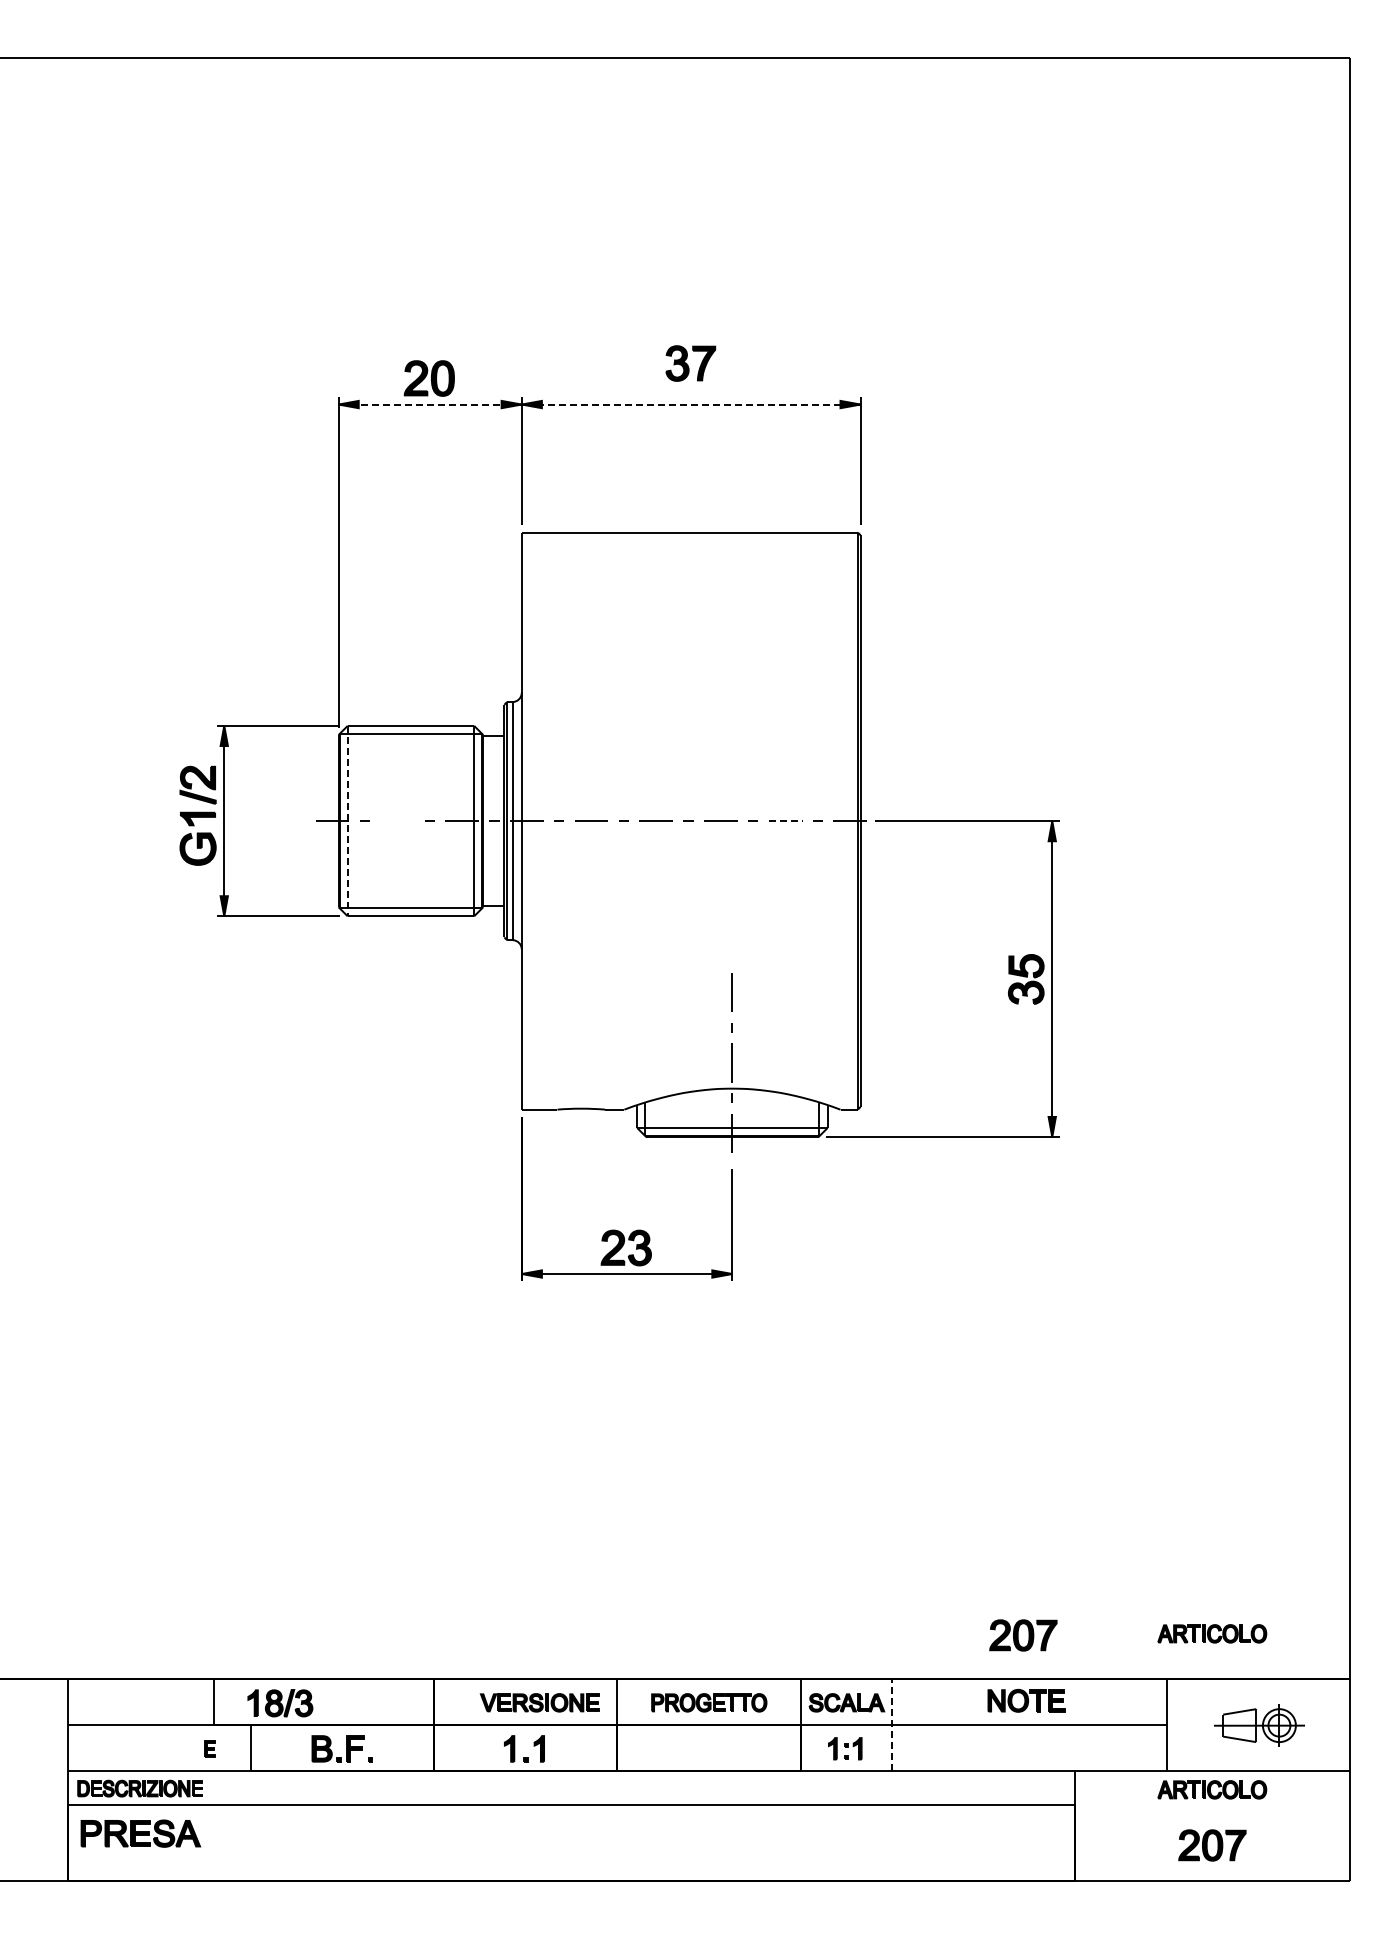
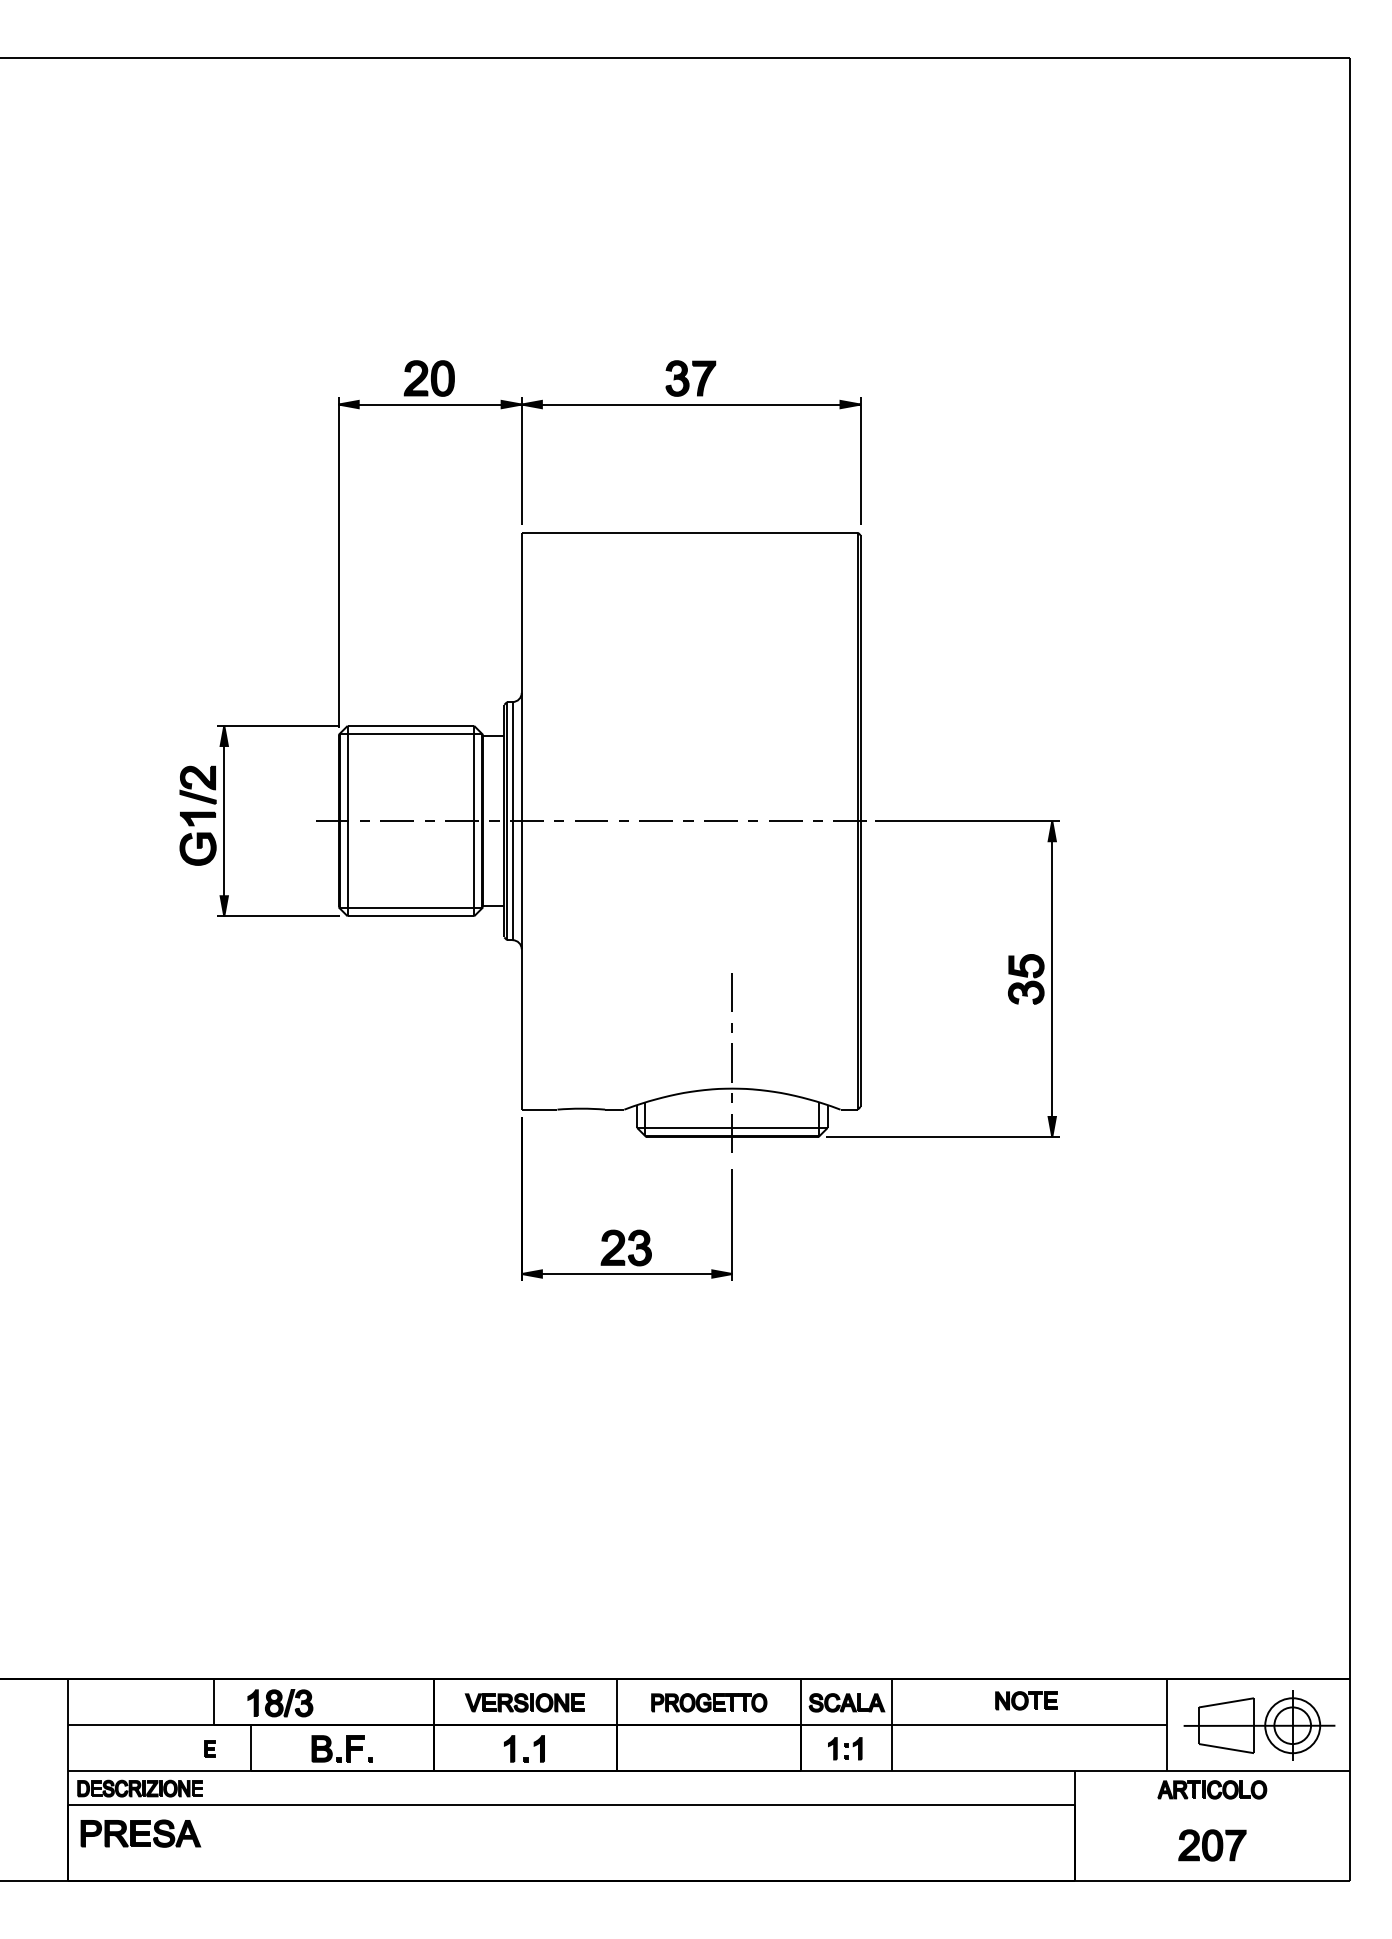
part at (690, 363) position: (690, 363) -> (690, 378)
line at (600, 404): dashed -> solid
line at (396, 820): none -> present
line at (347, 821): dashed -> solid
line at (785, 821): dashed -> solid
part at (1212, 1633): present -> none
part at (1023, 1635): present -> none
part at (1026, 1700) size: 79x25 px -> 63x20 px
part at (539, 1702) position: (539, 1702) -> (524, 1702)
line at (892, 1725): dashed -> solid
part at (1259, 1725) size: 91x43 px -> 153x71 px
